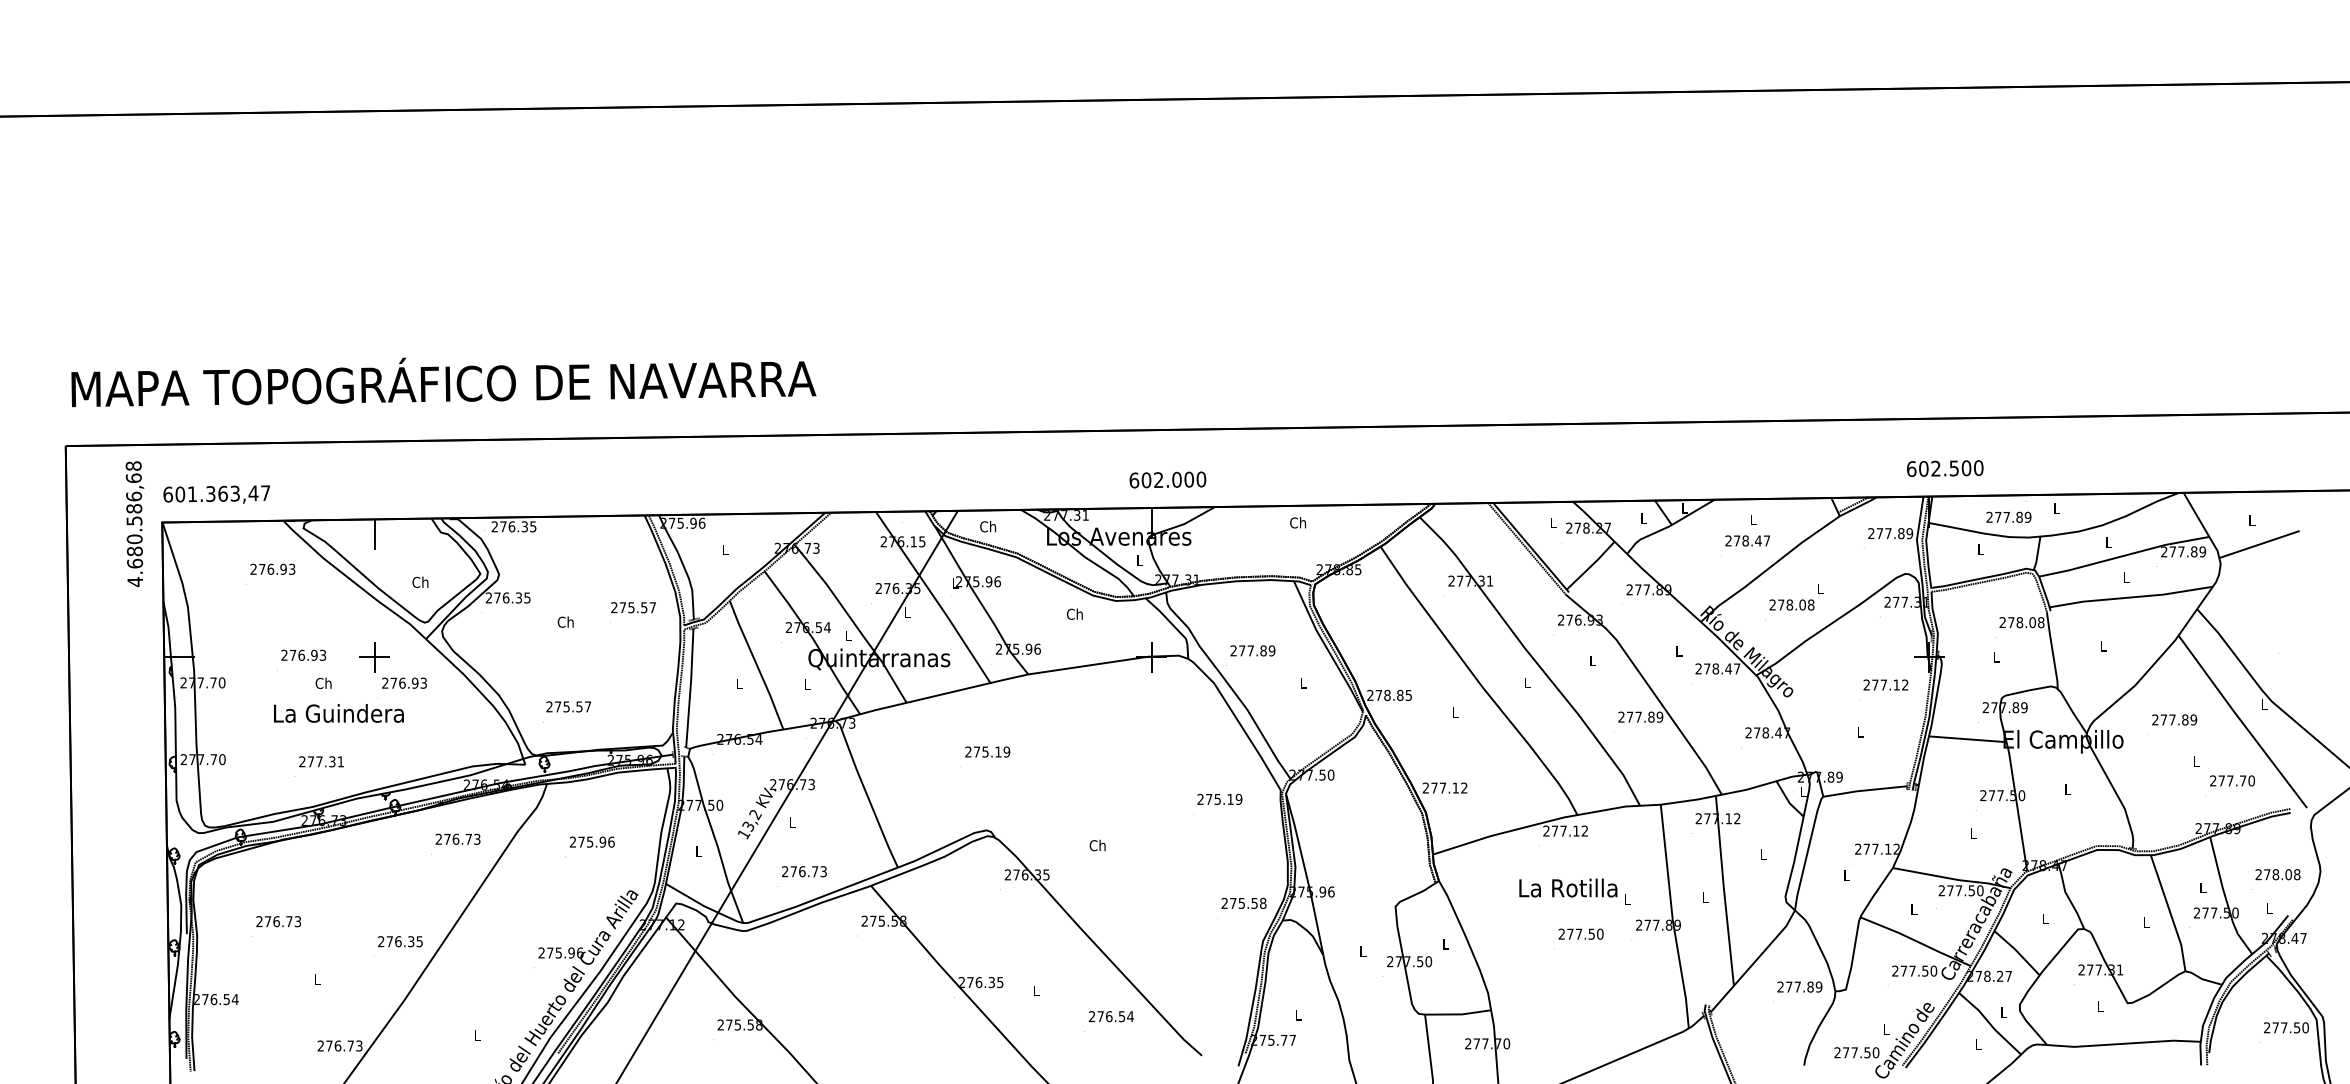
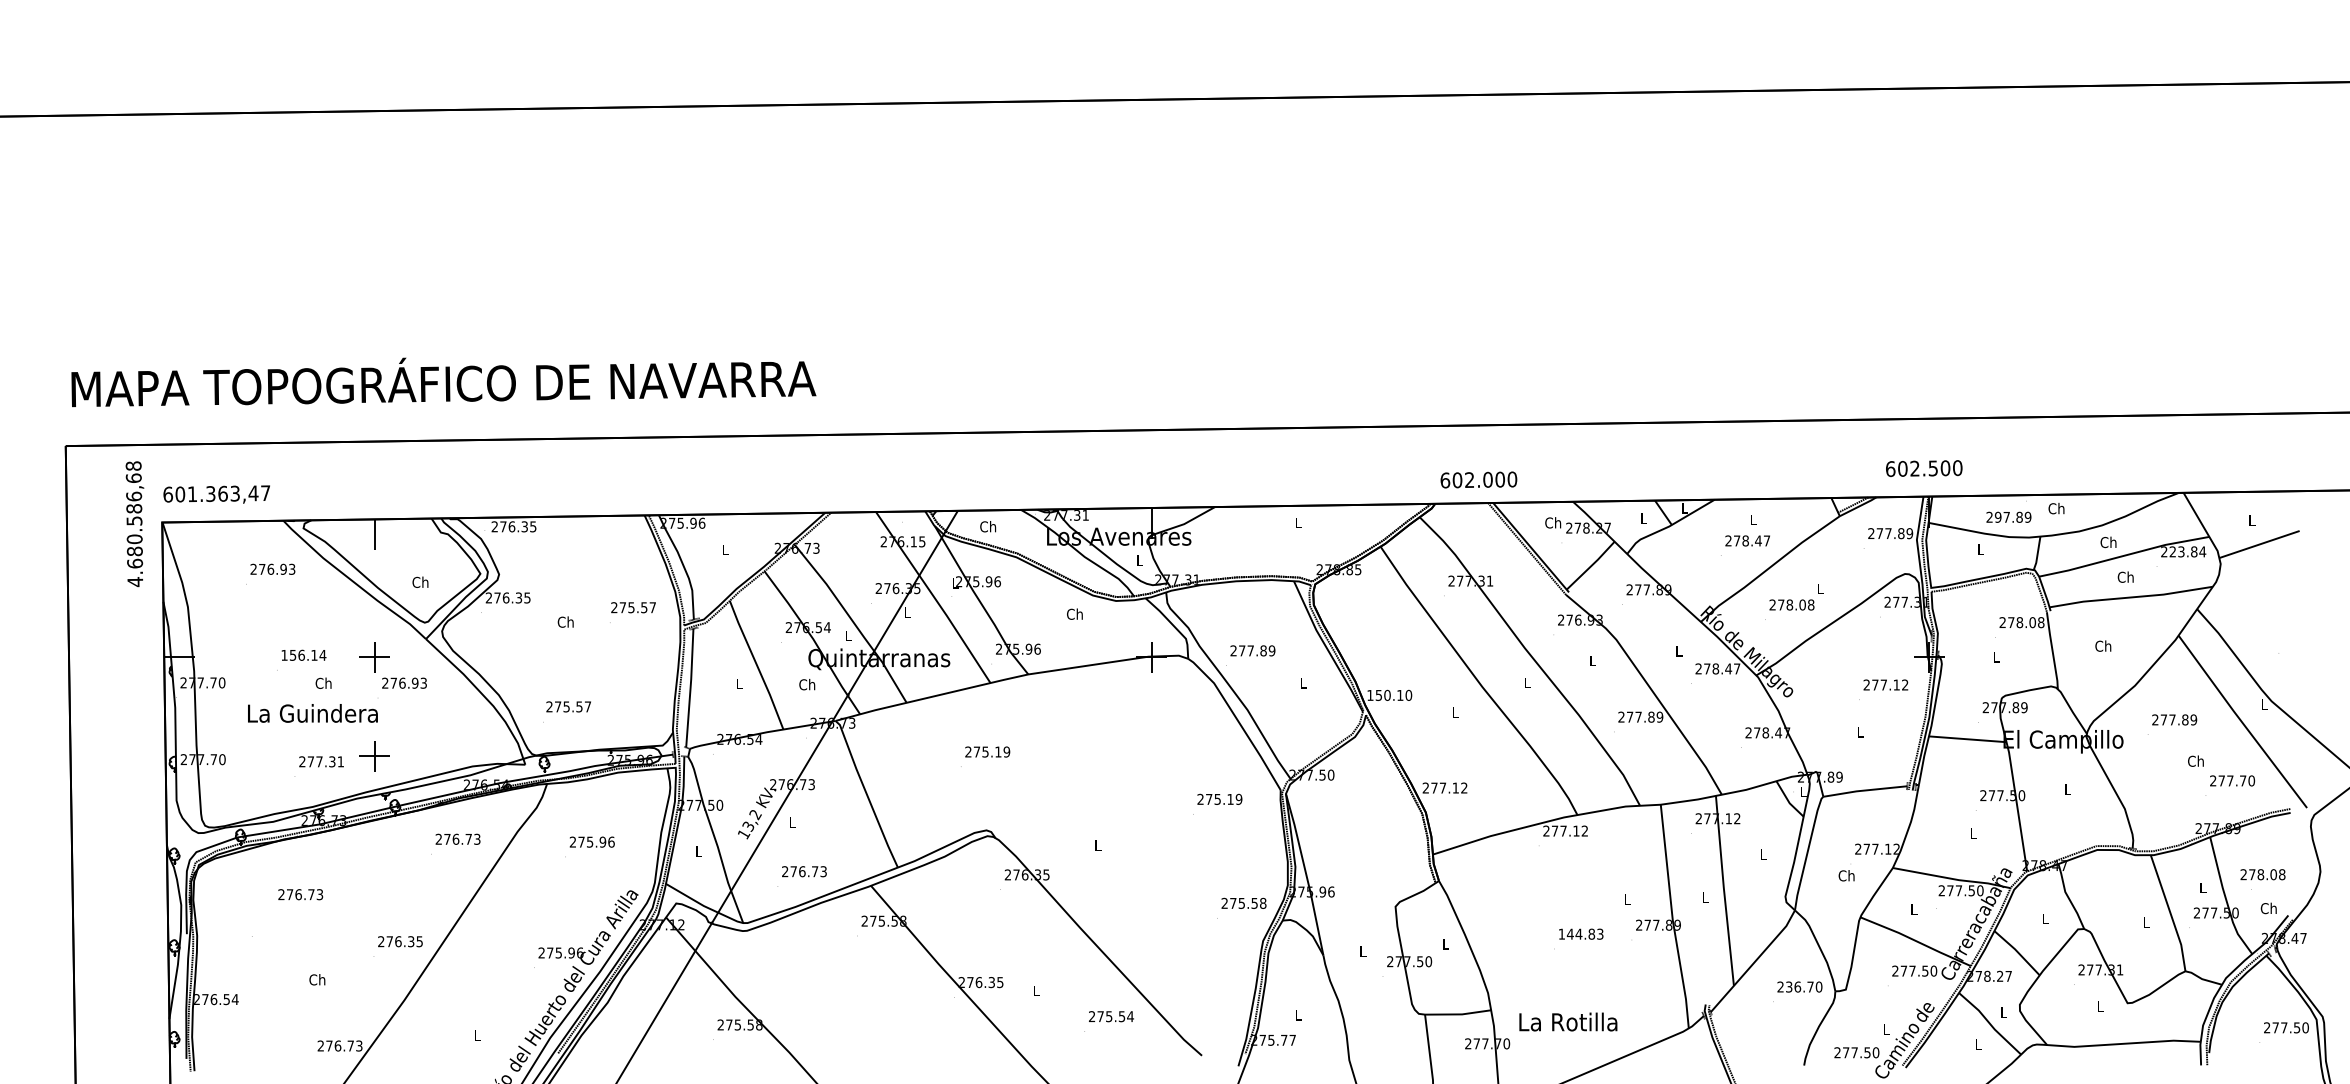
text at (1945, 468) position: (1945, 468) -> (1924, 468)
text at (1167, 479) position: (1167, 479) -> (1478, 479)
text at (2056, 508): L -> Ch
text at (1997, 516): 277.89 -> 297.89
text at (1297, 522): Ch -> L
text at (1553, 522): L -> Ch
text at (2108, 542): L -> Ch
text at (2187, 551): 277.89 -> 223.84
text at (2125, 576): L -> Ch
text at (2103, 645): L -> Ch
text at (303, 654): 276.93 -> 156.14
text at (807, 684): L -> Ch
text at (1389, 694): 278.85 -> 150.10
text at (338, 713) position: (338, 713) -> (312, 713)
part at (374, 756): none -> present
text at (2195, 760): L -> Ch
text at (1097, 845): Ch -> L
text at (2277, 874) position: (2277, 874) -> (2262, 874)
text at (1846, 875): L -> Ch
text at (1568, 887) position: (1568, 887) -> (1568, 1021)
text at (2268, 908): L -> Ch
text at (278, 921) position: (278, 921) -> (300, 894)
text at (1580, 933): 277.50 -> 144.83
text at (317, 979): L -> Ch
text at (1804, 986): 277.89 -> 236.70
text at (1109, 1016): 276.54 -> 275.54
